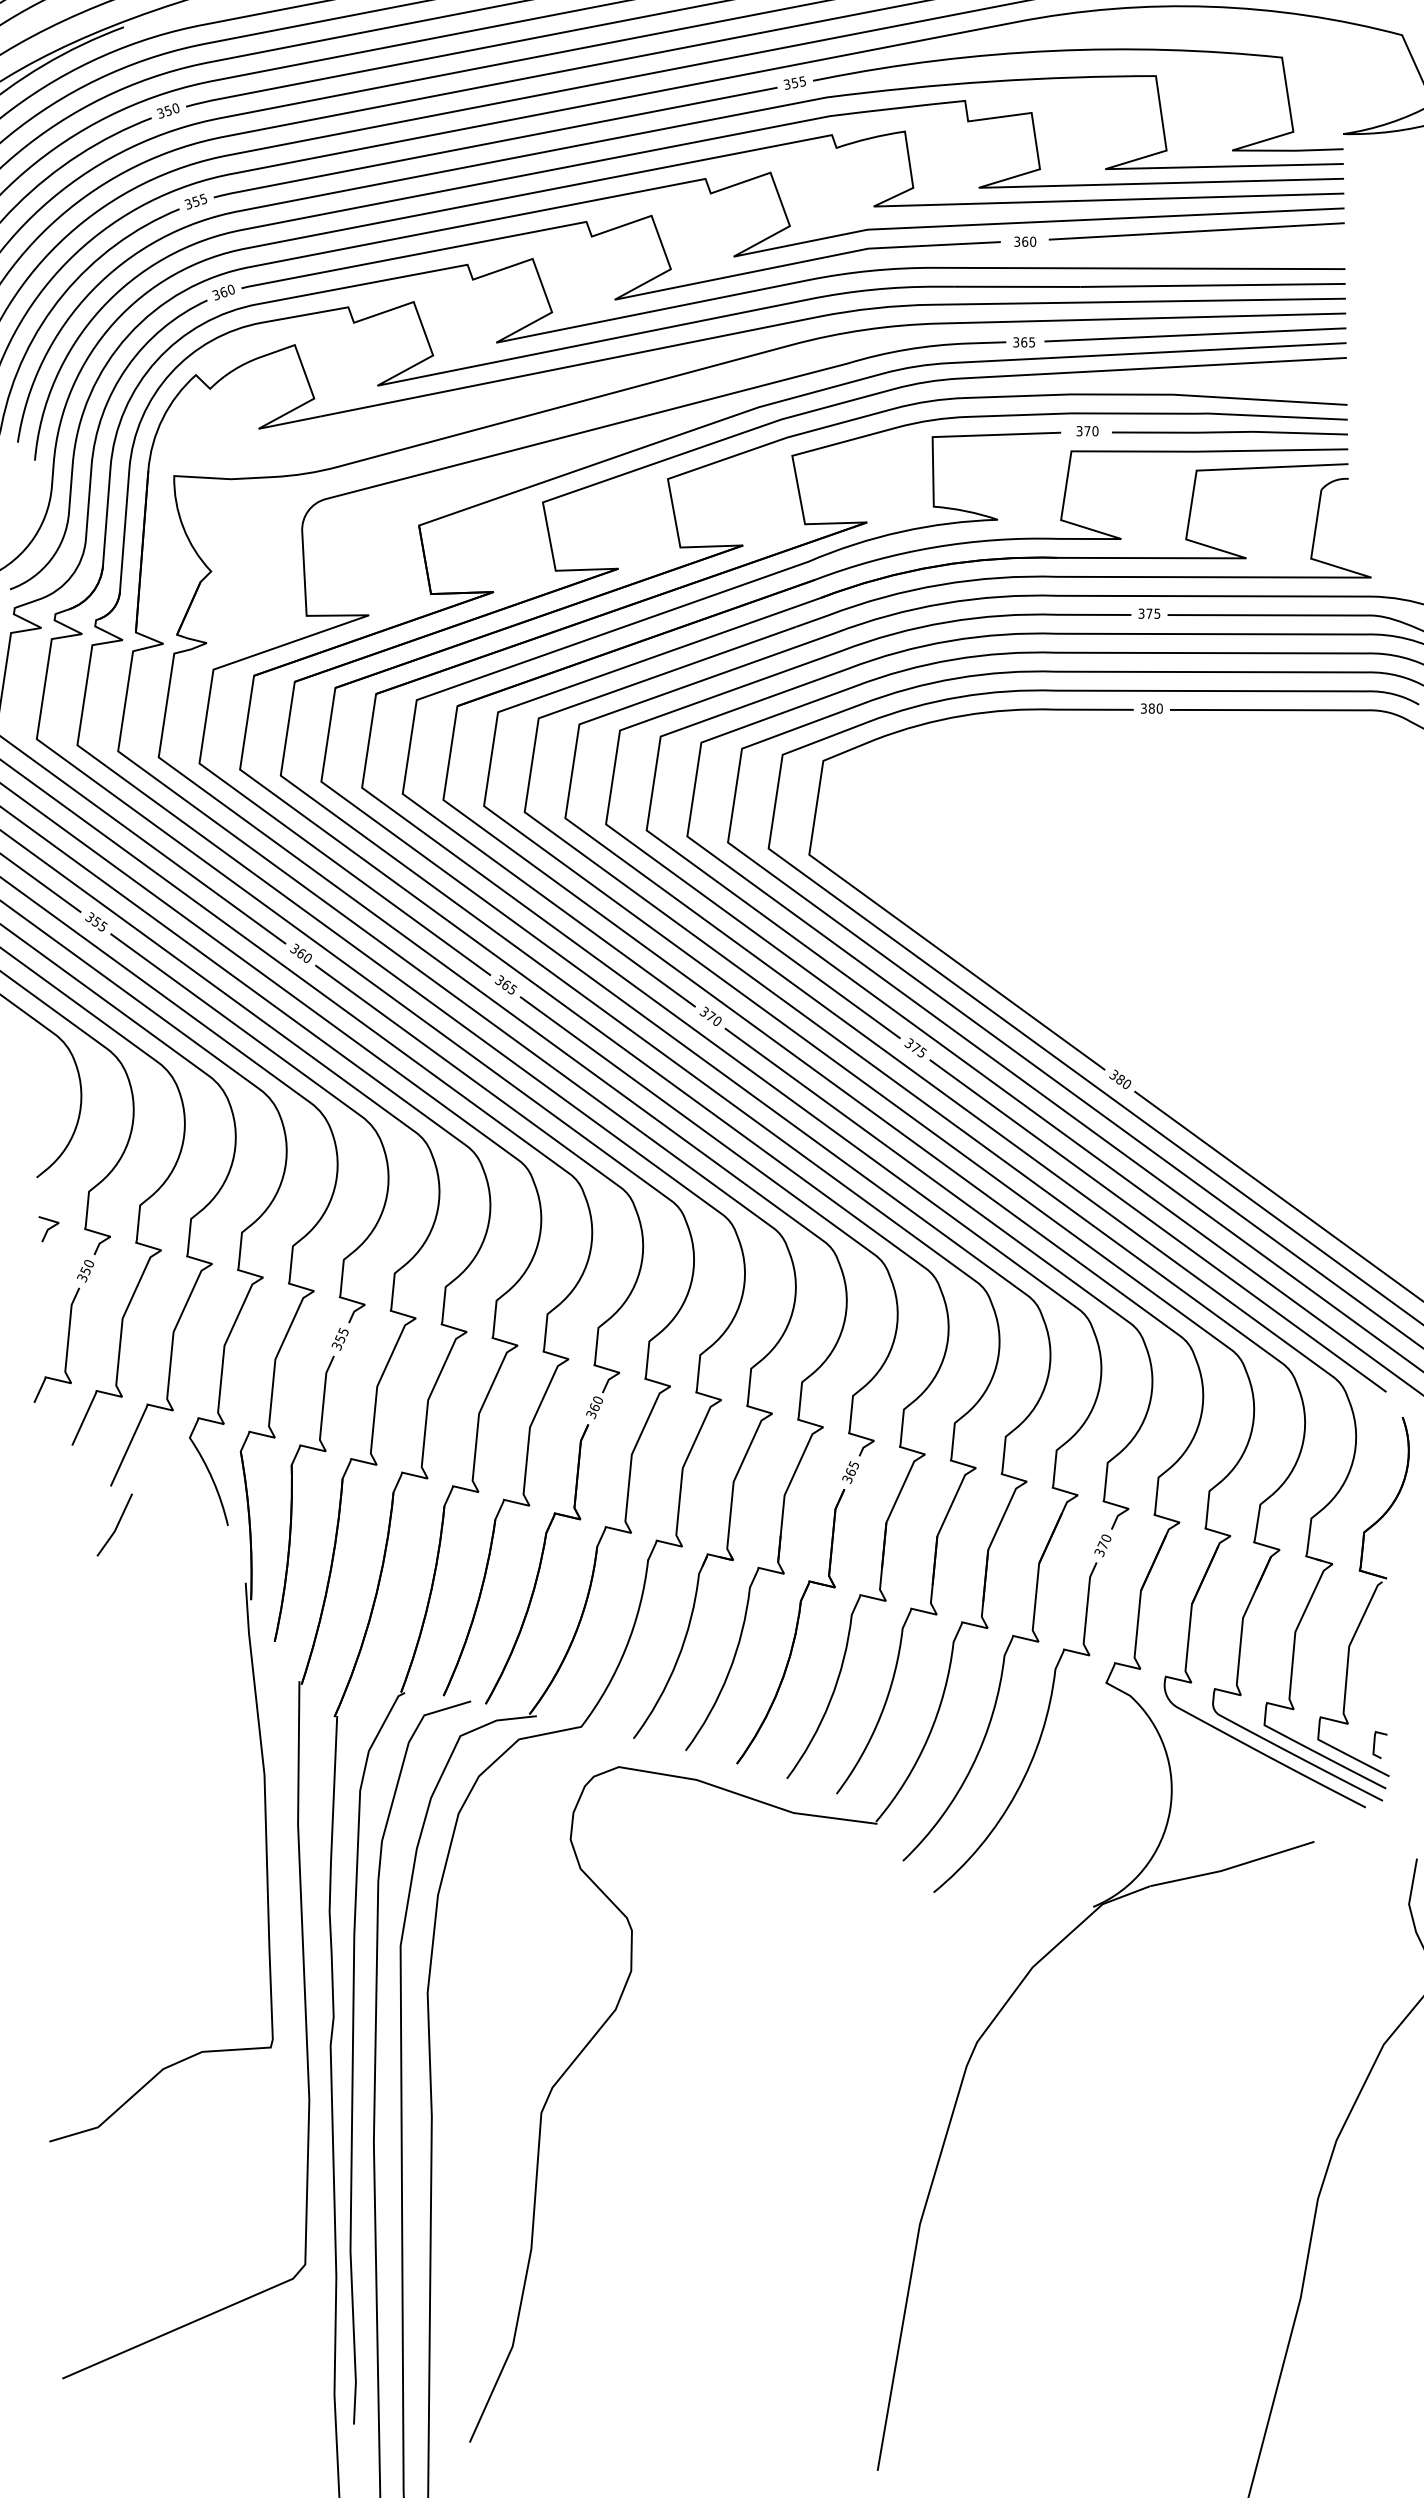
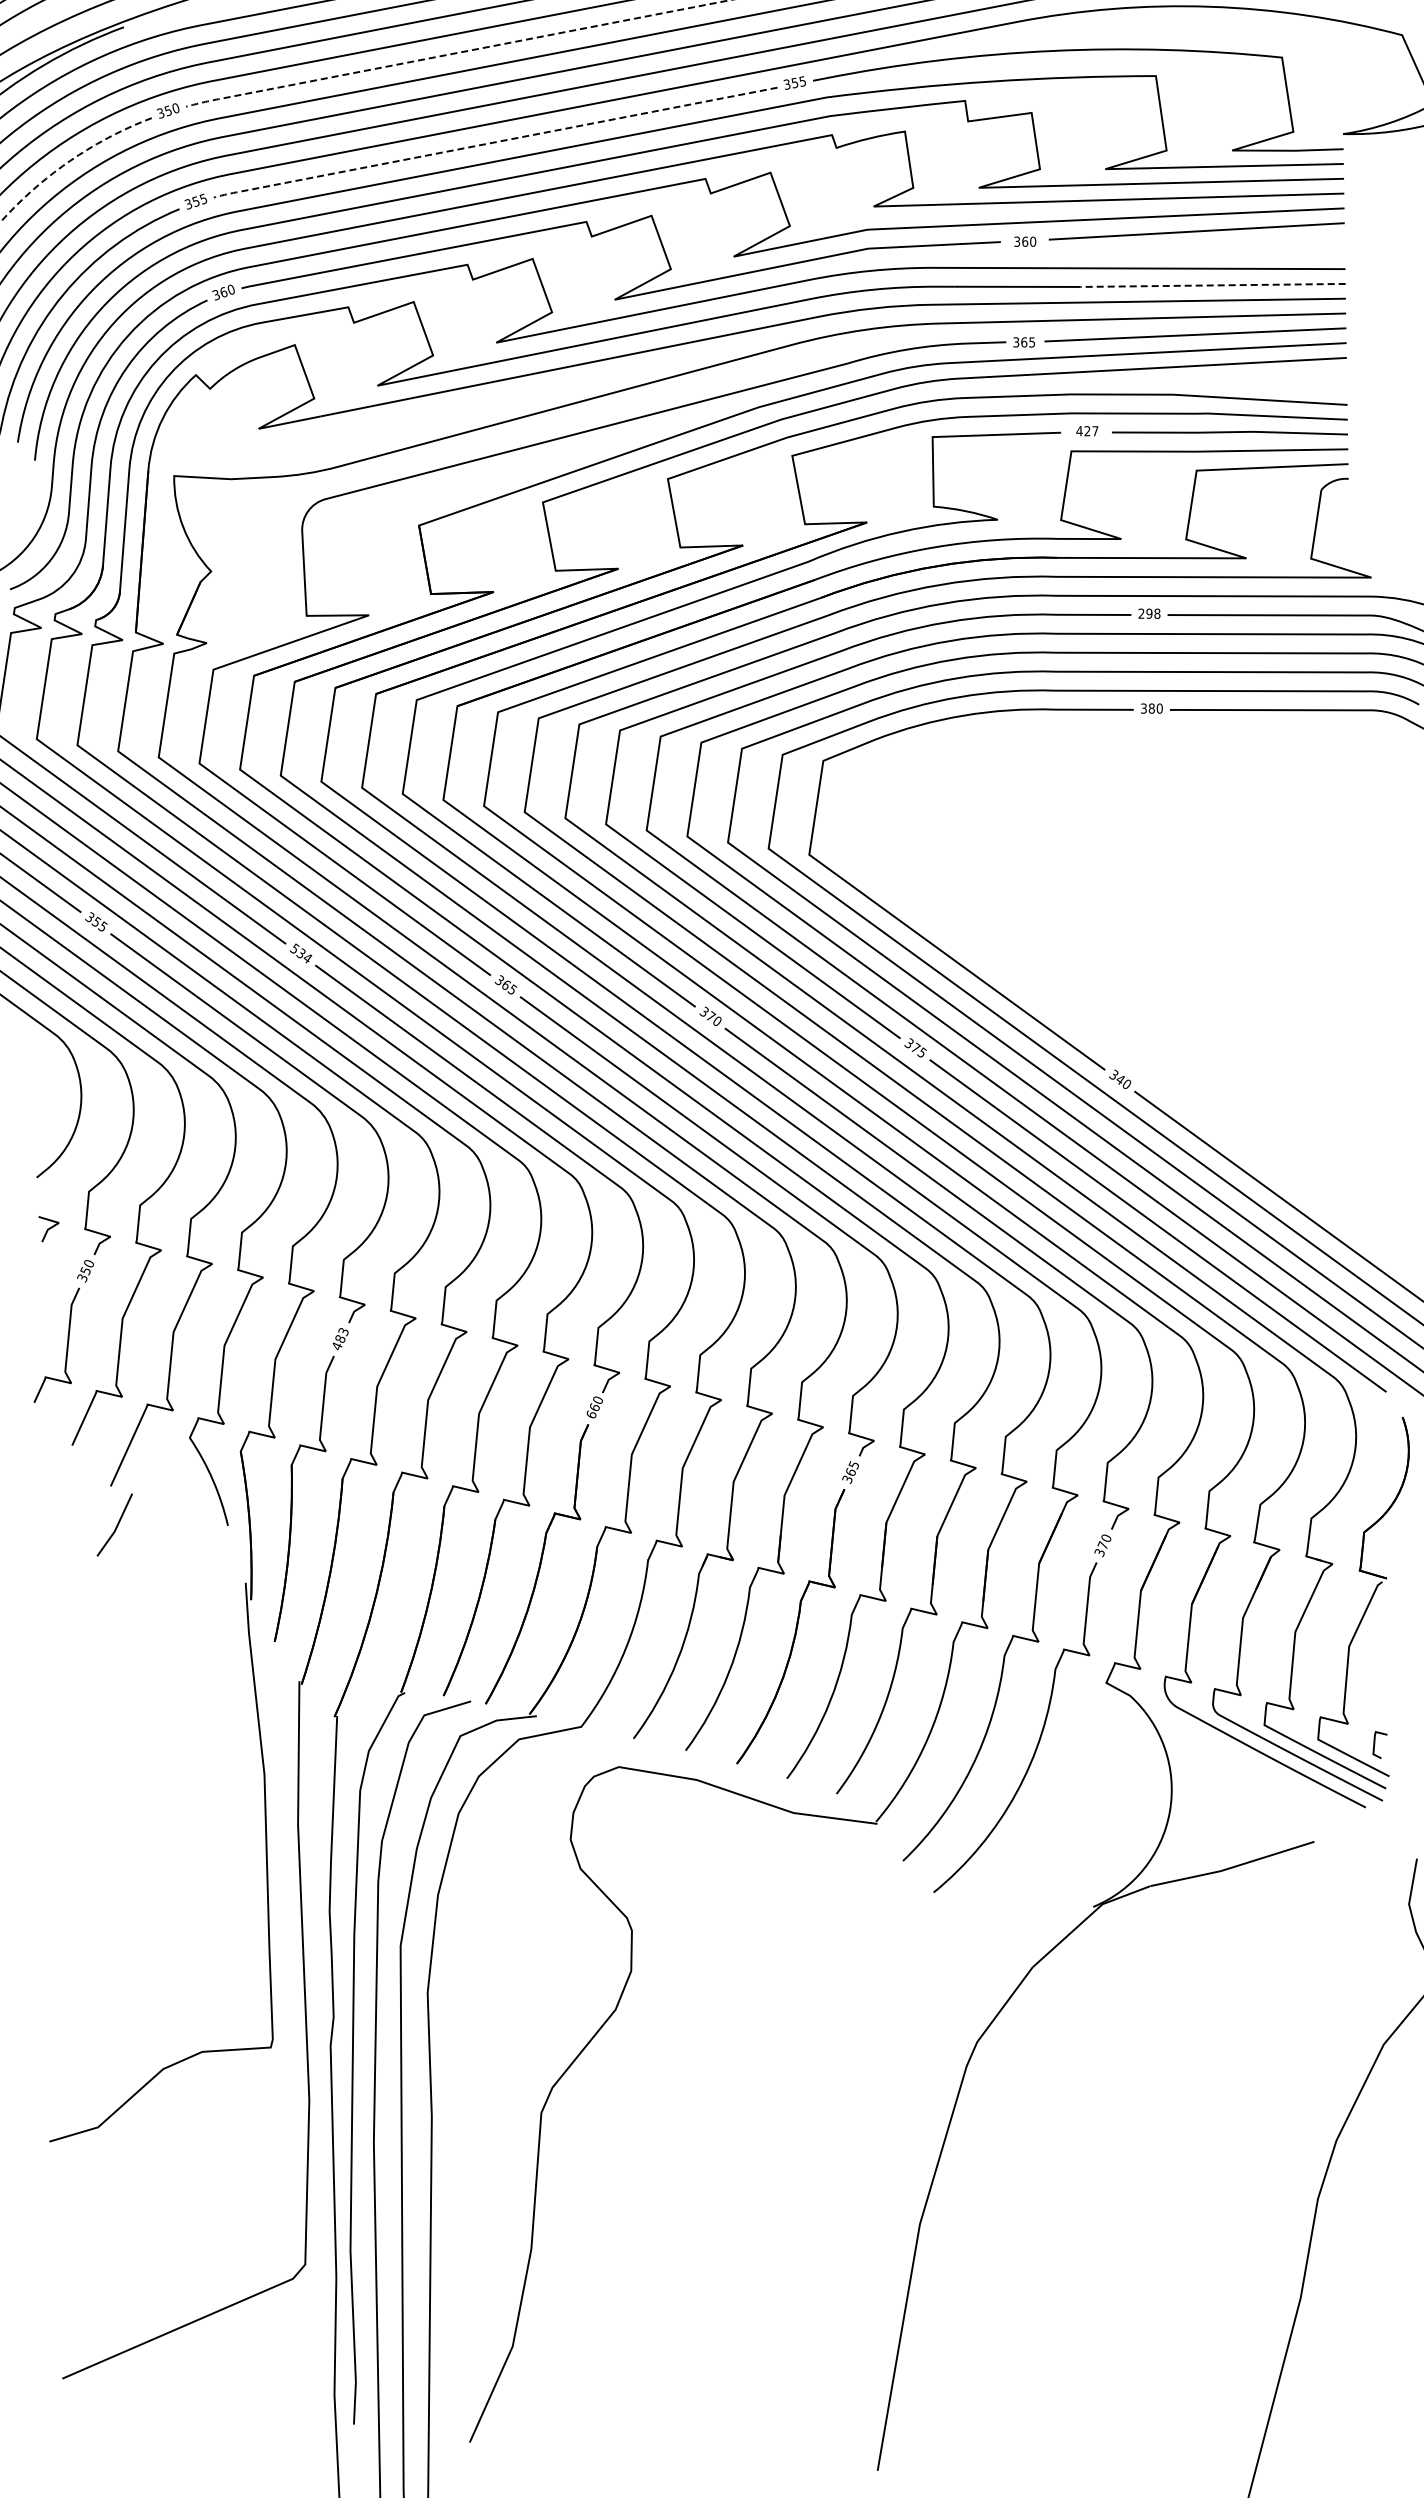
line at (455, 53): solid -> dashed
line at (492, 142): solid -> dashed
line at (68, 161): solid -> dashed
line at (1213, 285): solid -> dashed
text at (1087, 431): 370 -> 427
text at (1149, 613): 375 -> 298
text at (302, 953): 360 -> 534
text at (1120, 1079): 380 -> 340
text at (339, 1338): 355 -> 483
text at (591, 1414): 360 -> 660
